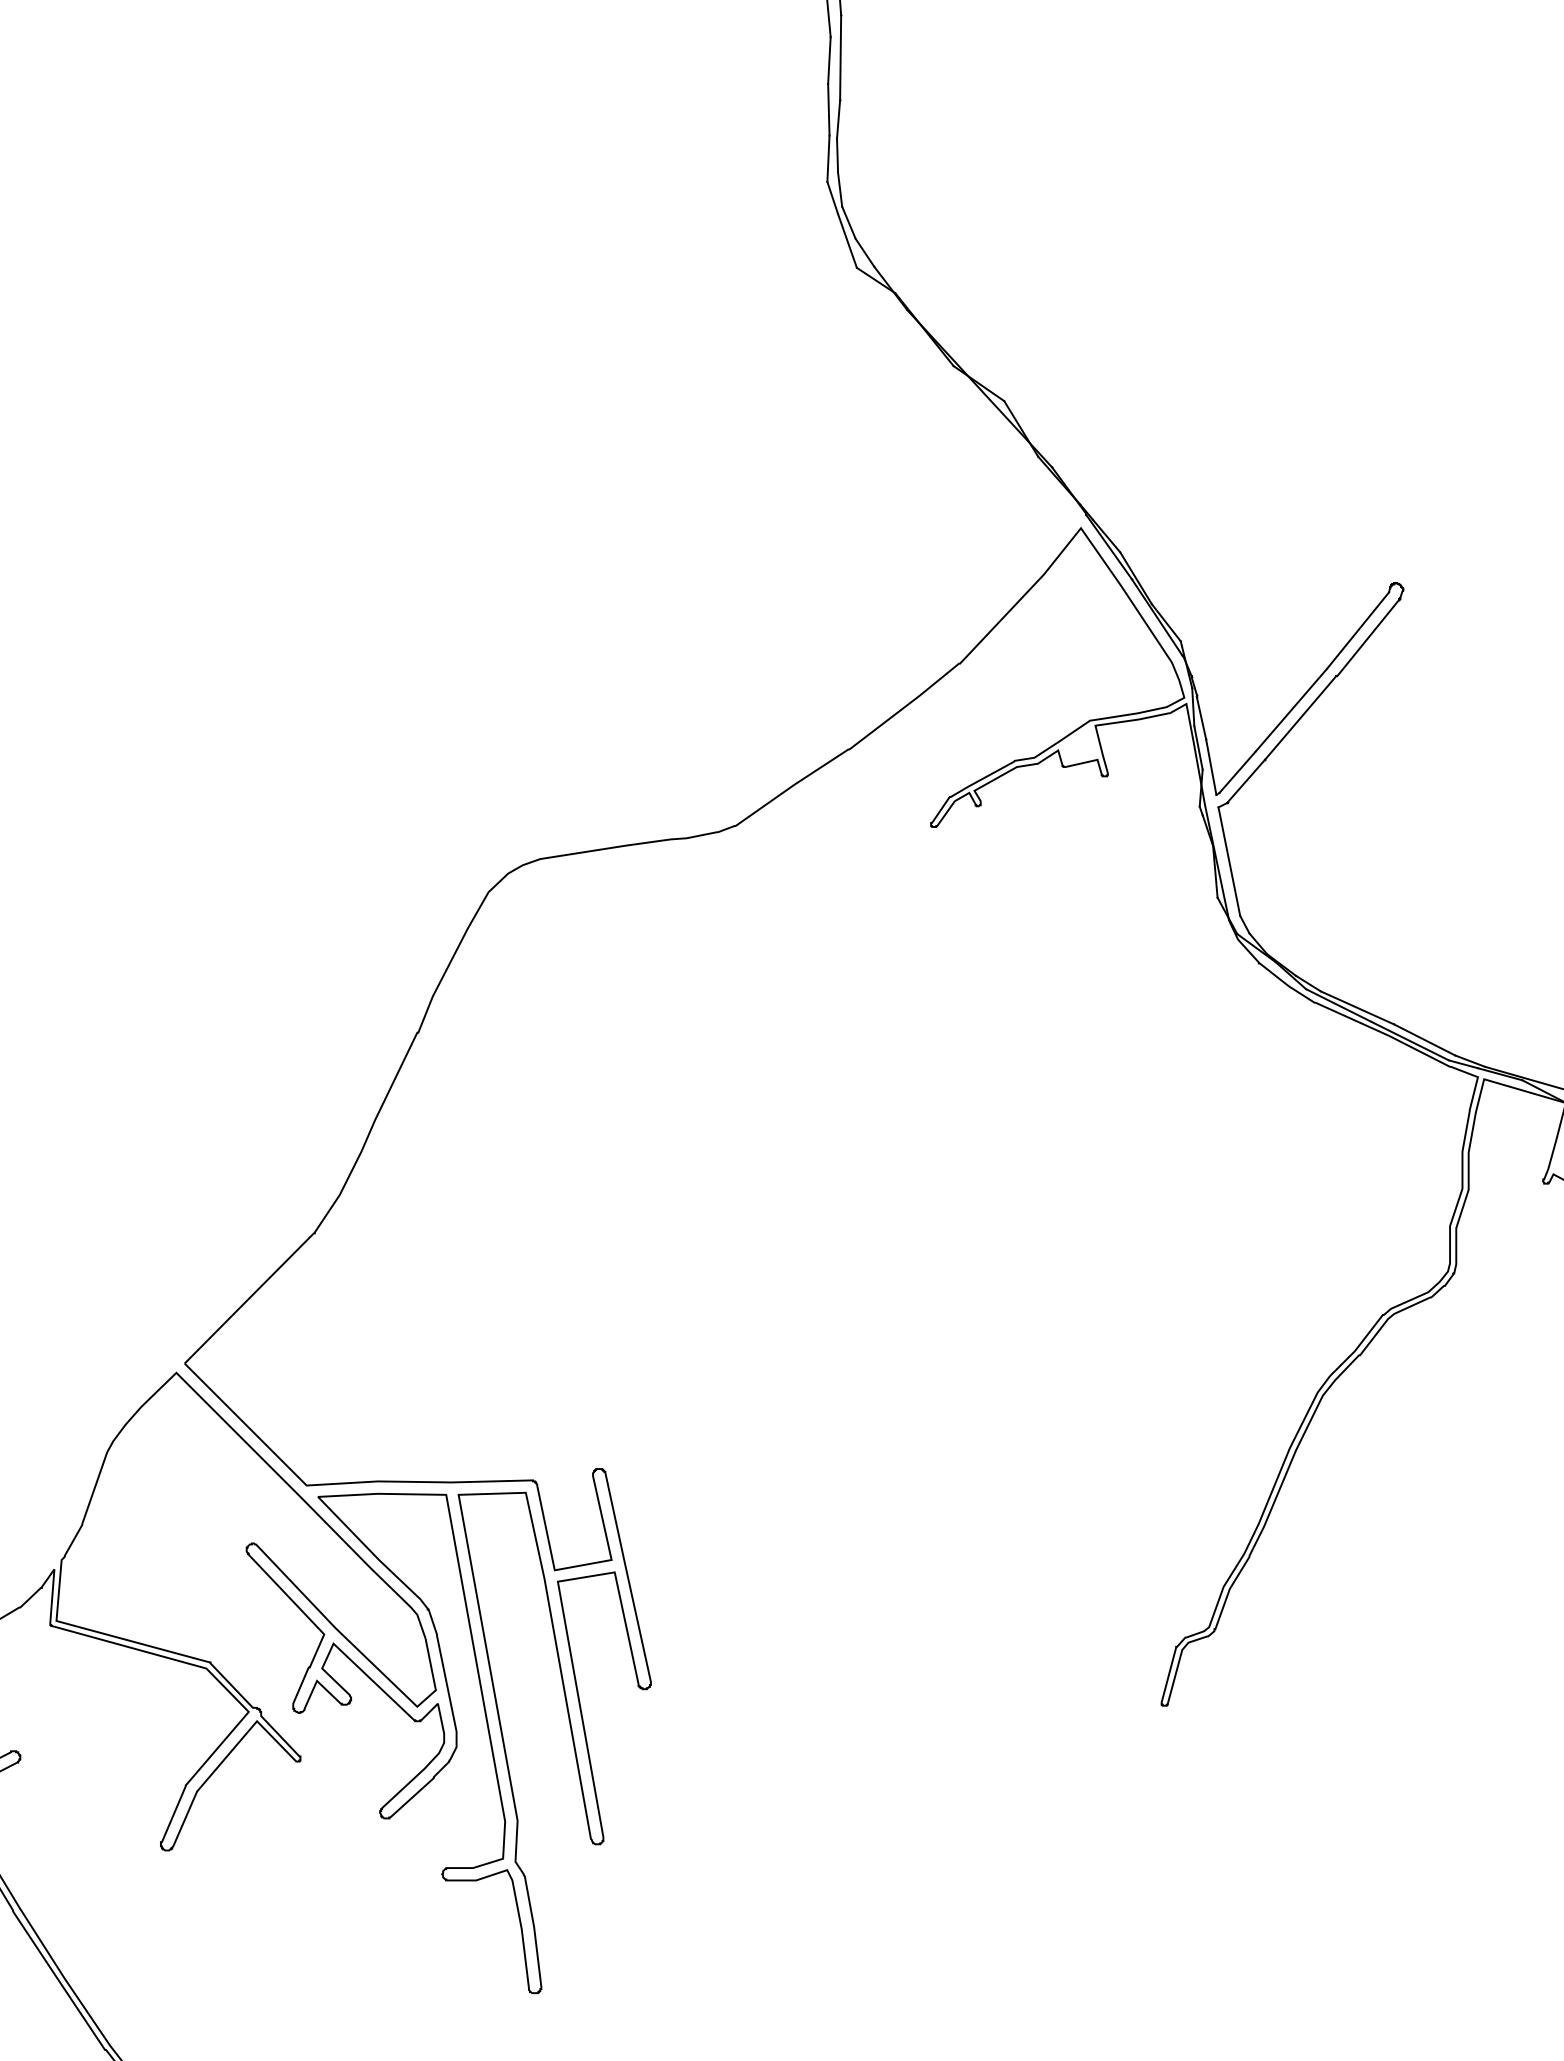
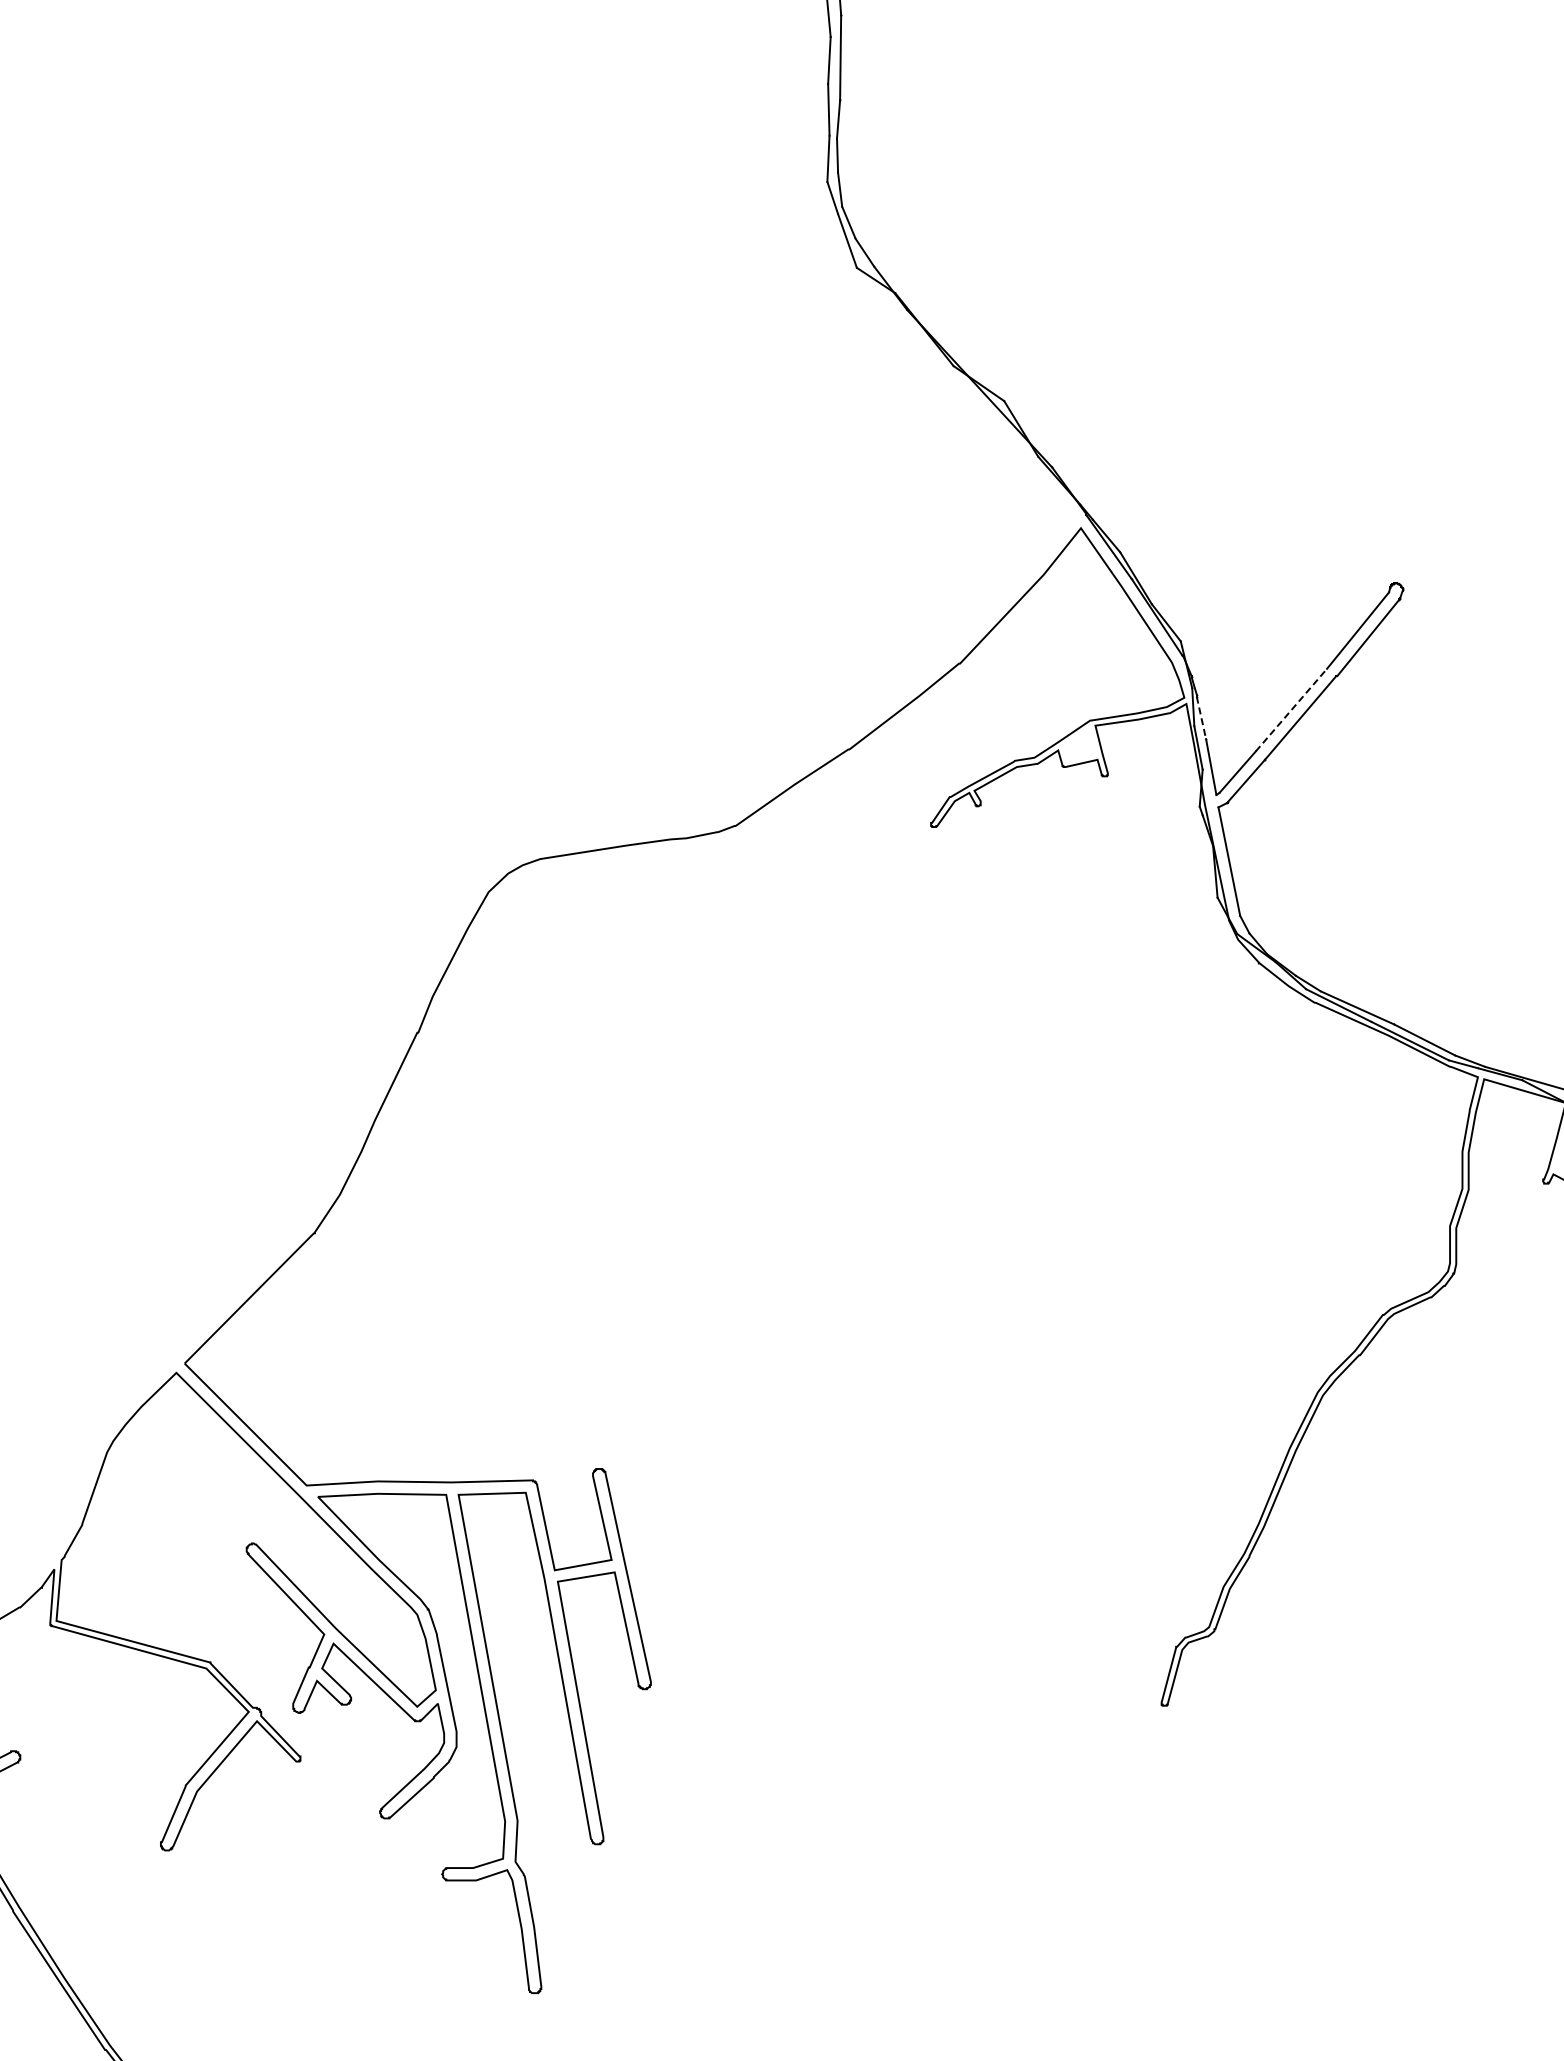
line at (1291, 710): solid -> dashed
line at (1201, 717): solid -> dashed
